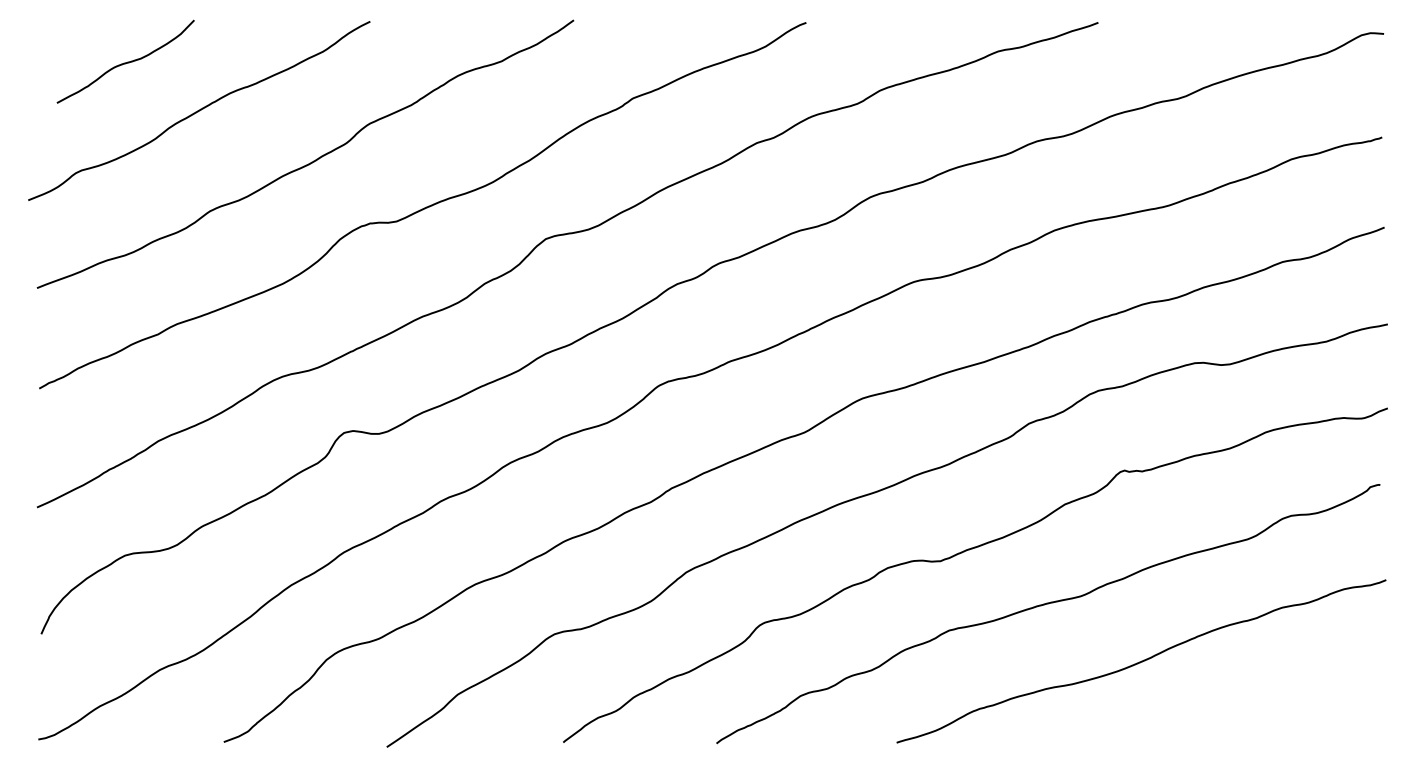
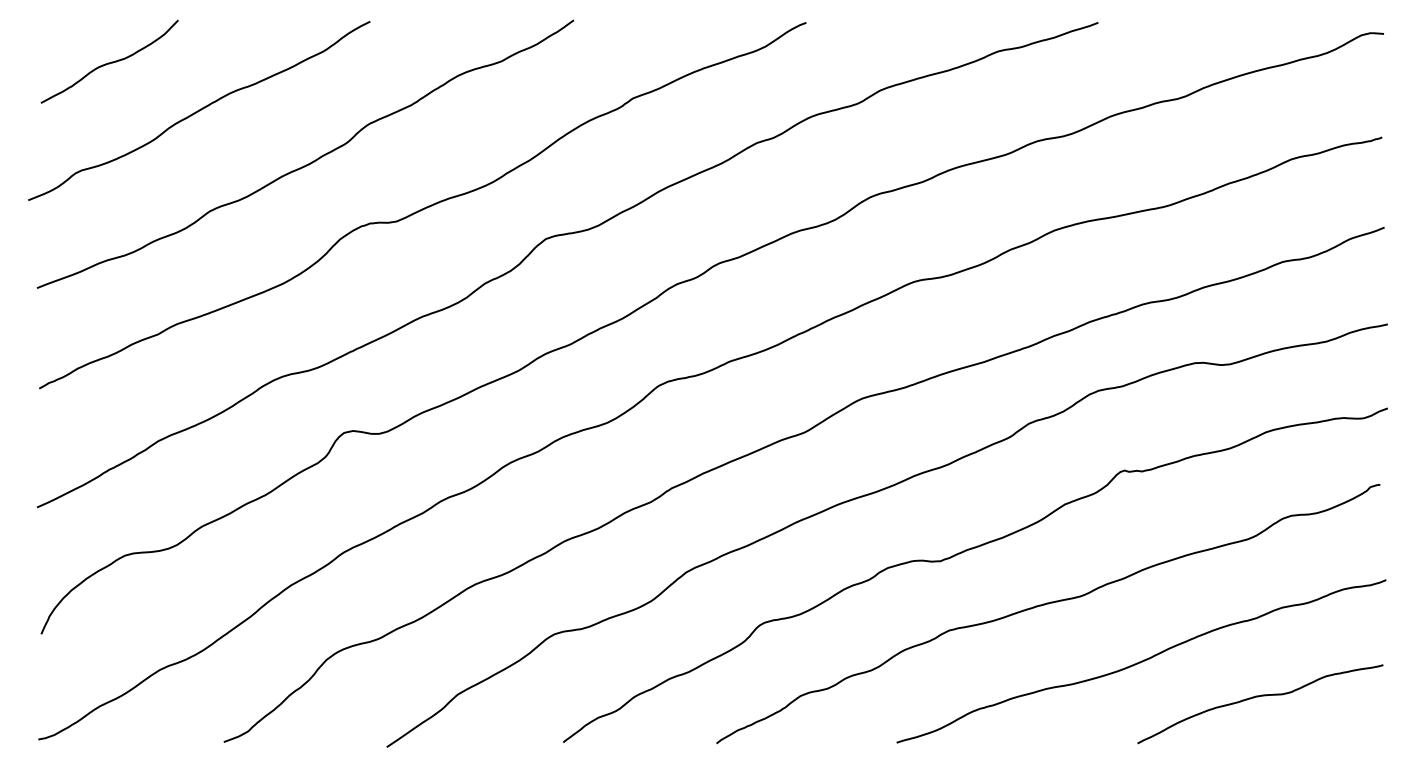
curve at (125, 62) position: (125, 62) -> (109, 62)
curve at (1258, 697): none -> present
